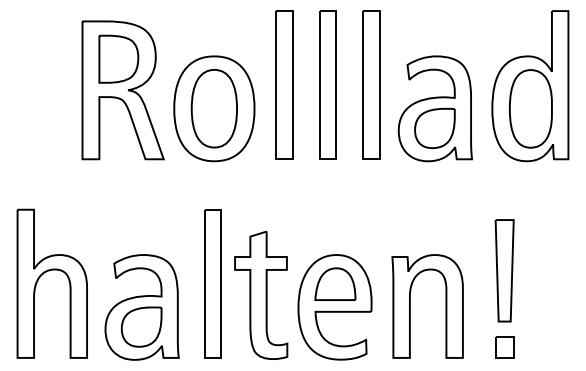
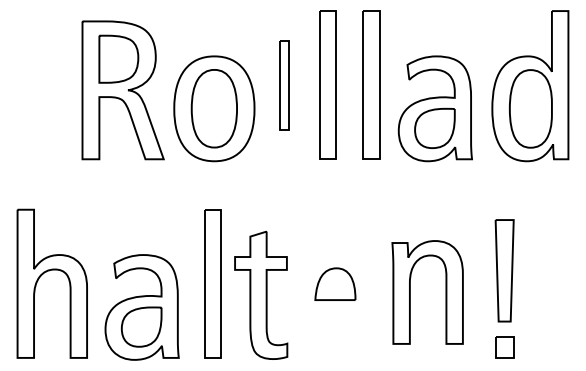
part at (284, 84) size: 19x150 px -> 11x91 px
part at (410, 306) position: (410, 306) -> (410, 292)
part at (334, 307): present -> none
